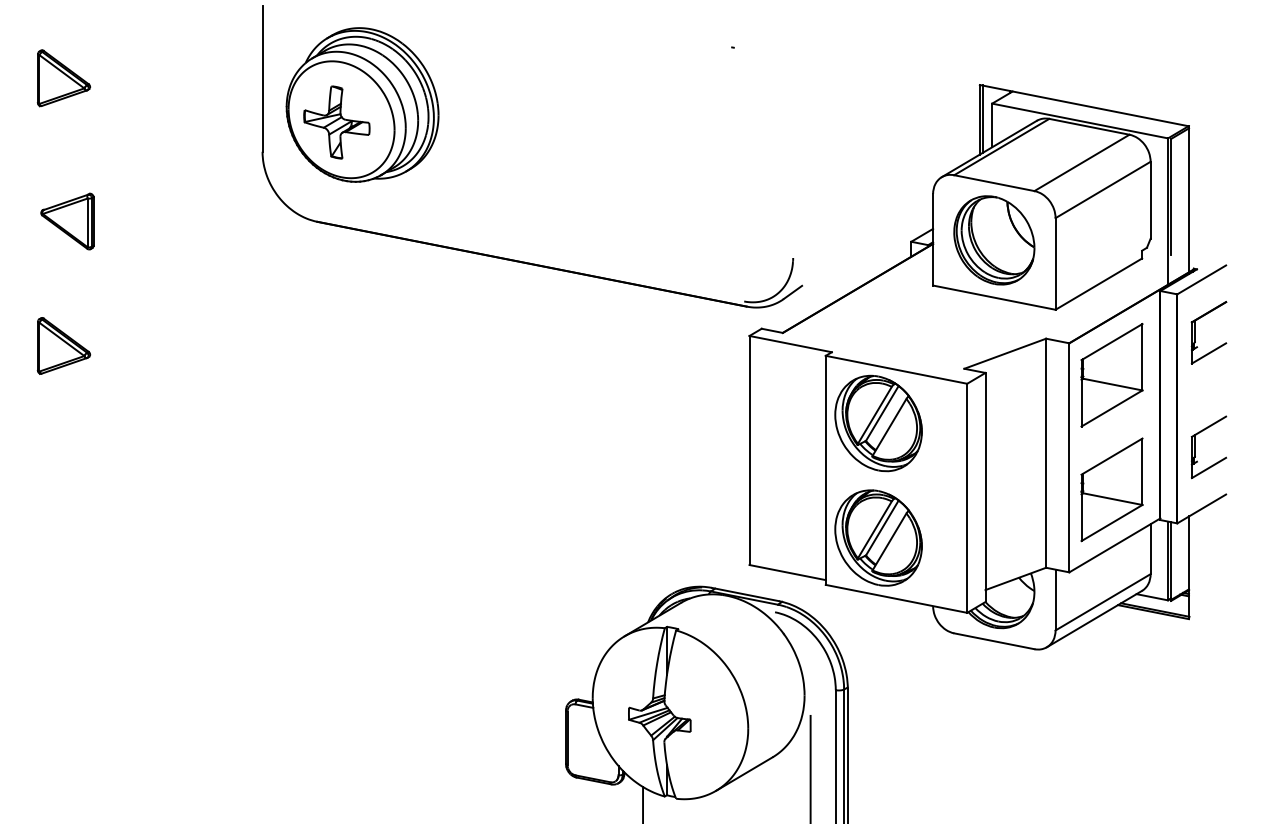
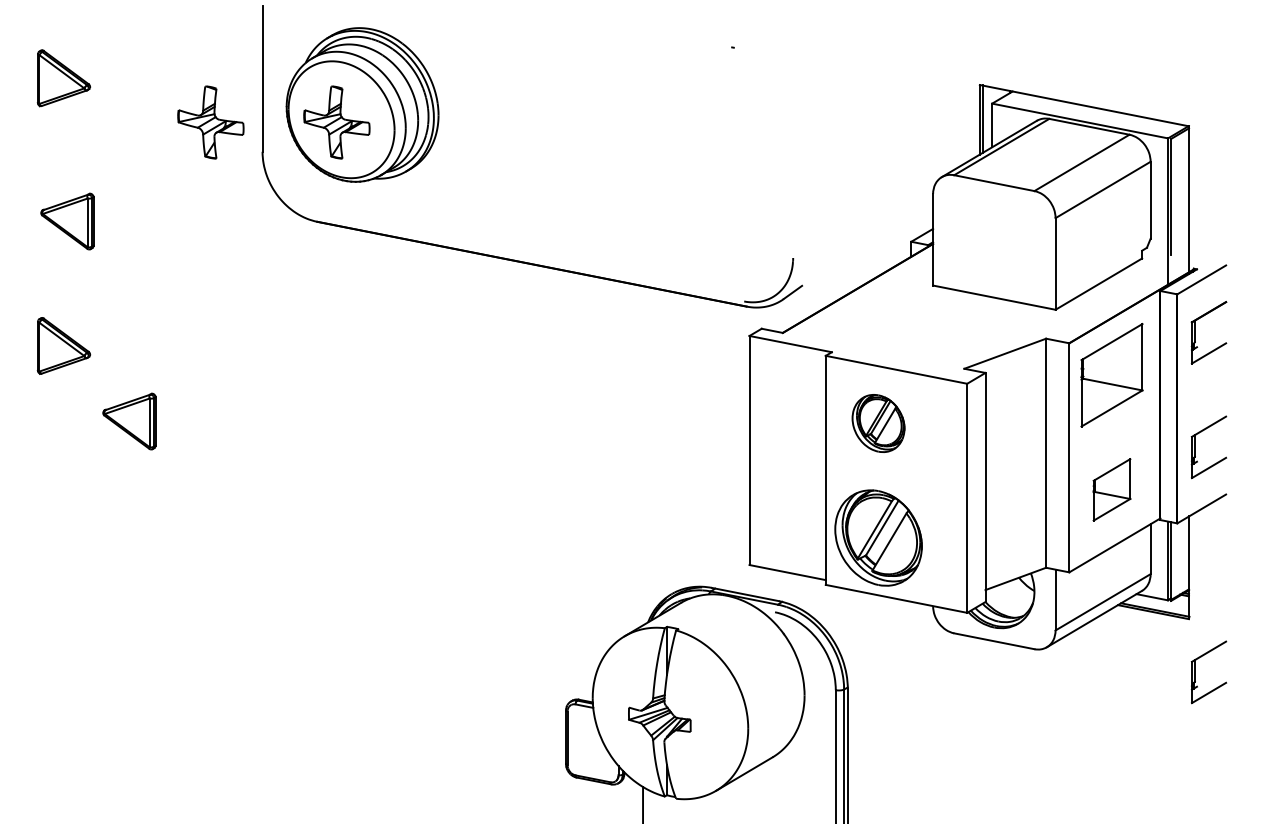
part at (210, 122): none -> present
part at (994, 240): present -> none
part at (129, 421): none -> present
part at (878, 423) size: 89x99 px -> 55x59 px
part at (1111, 489) size: 64x106 px -> 40x64 px
part at (1195, 672): none -> present
line at (810, 767): present -> none
